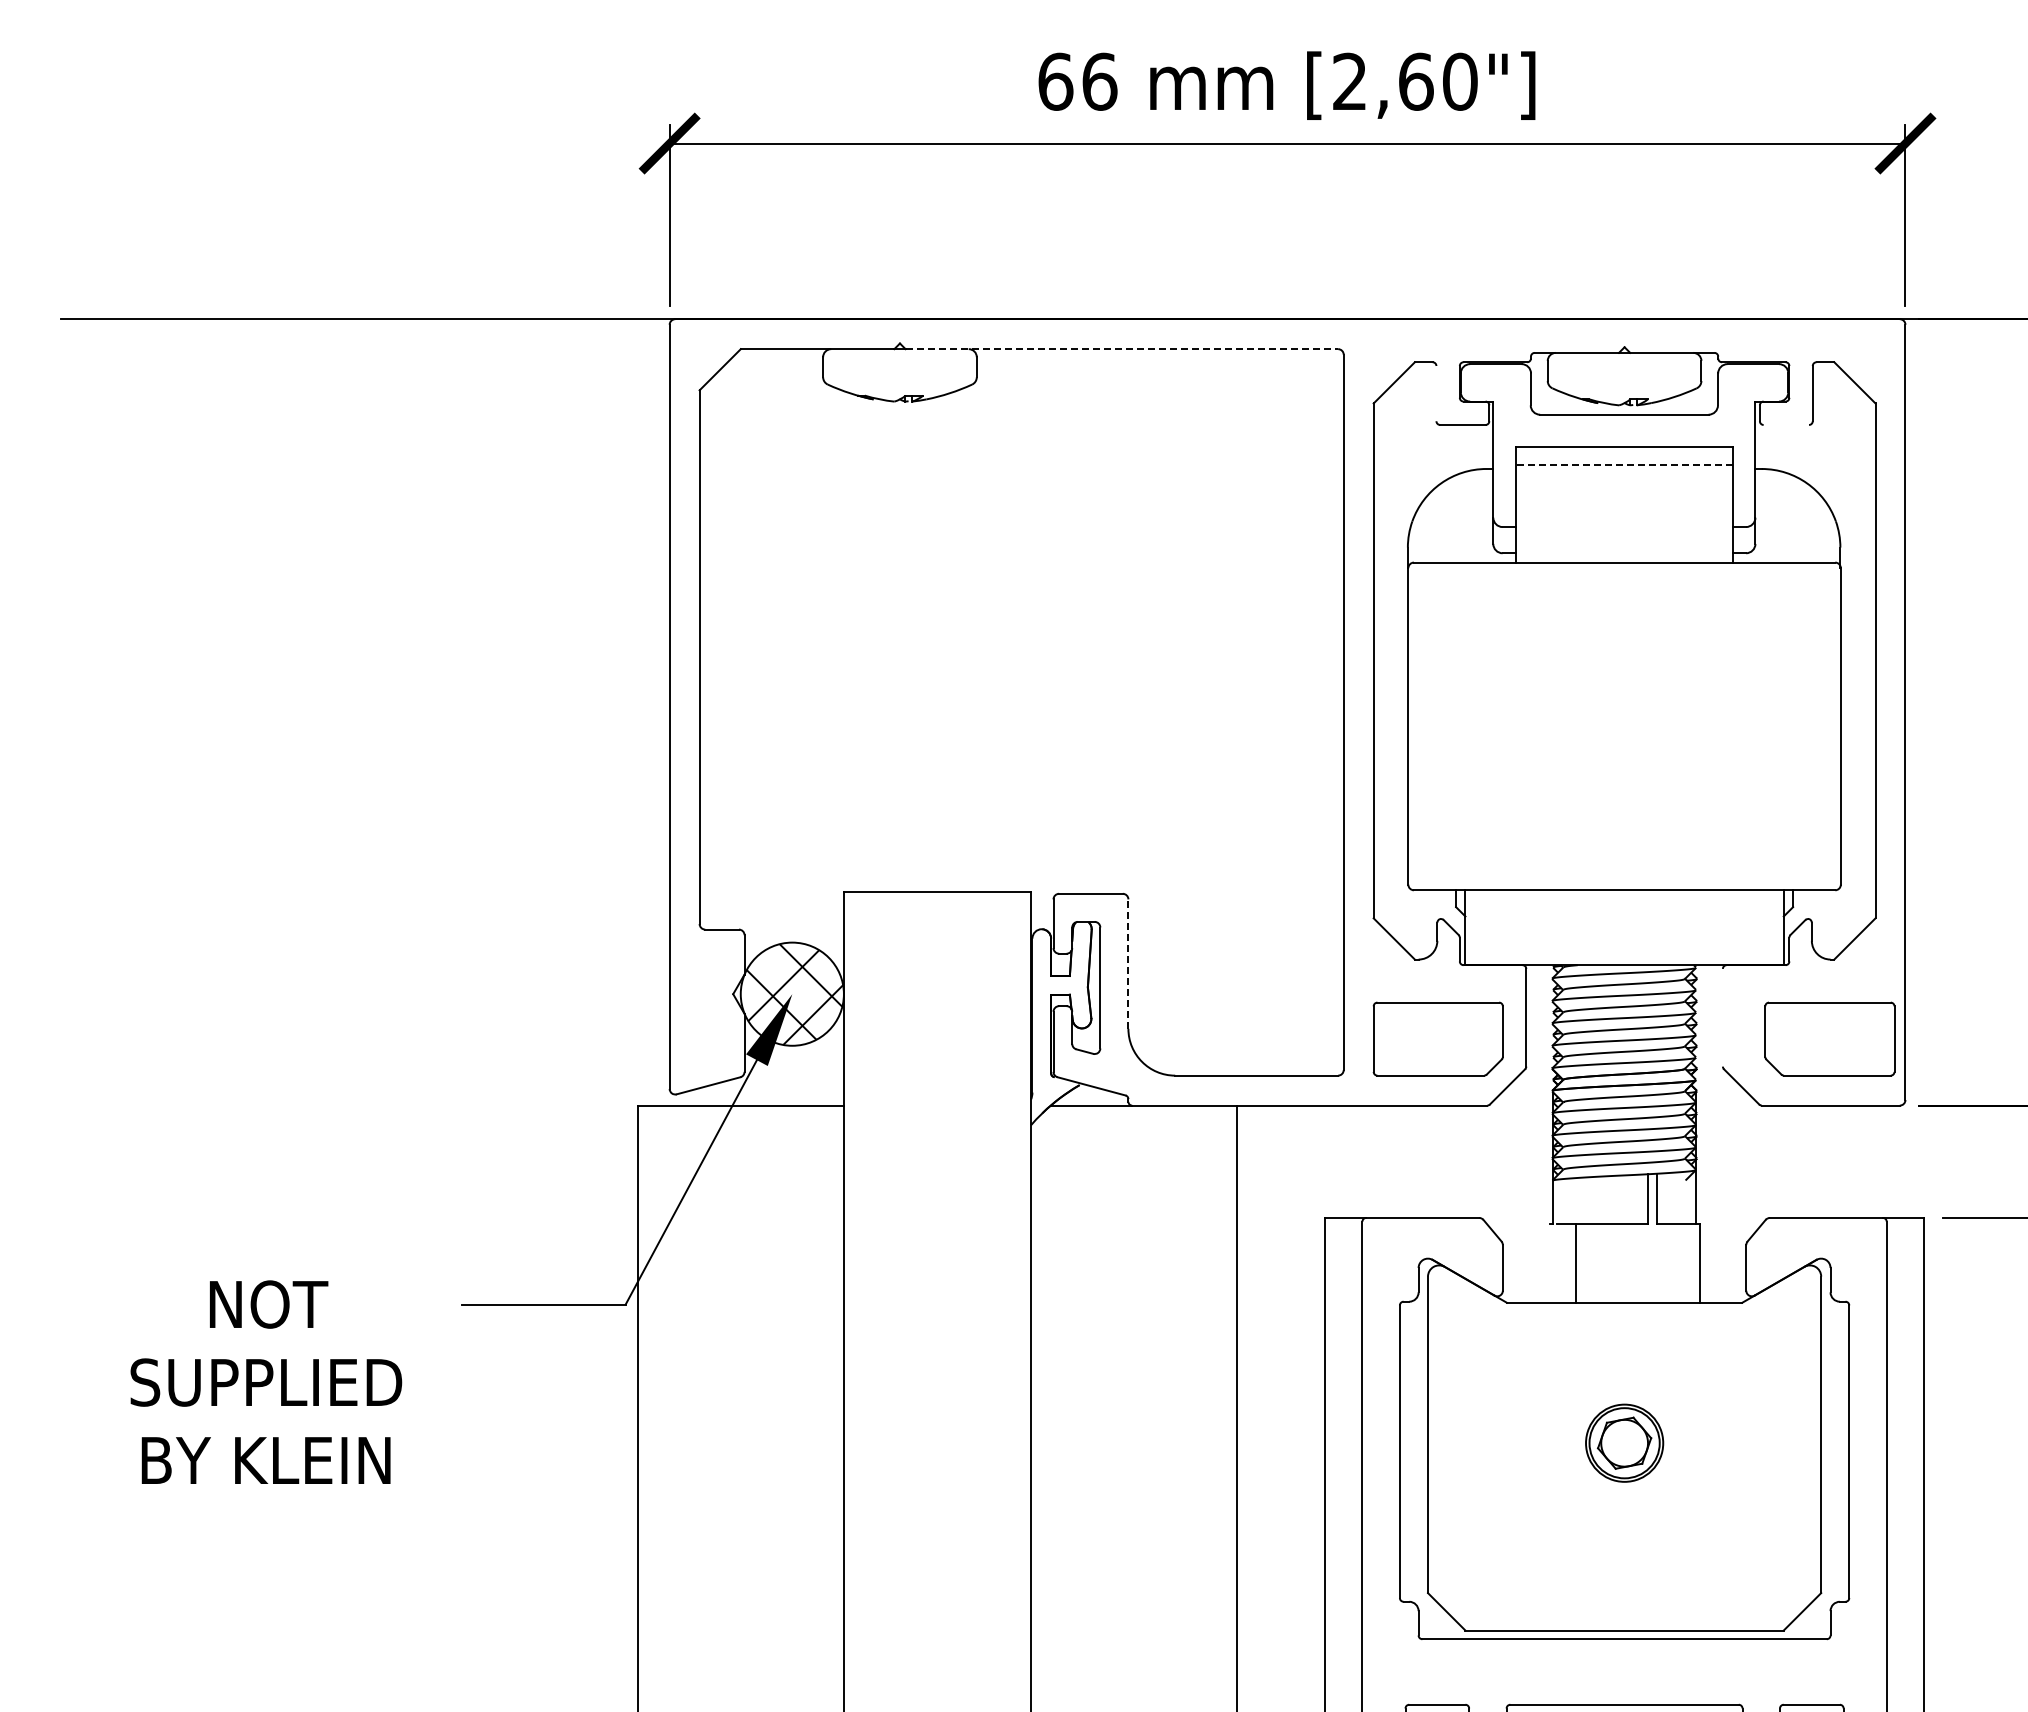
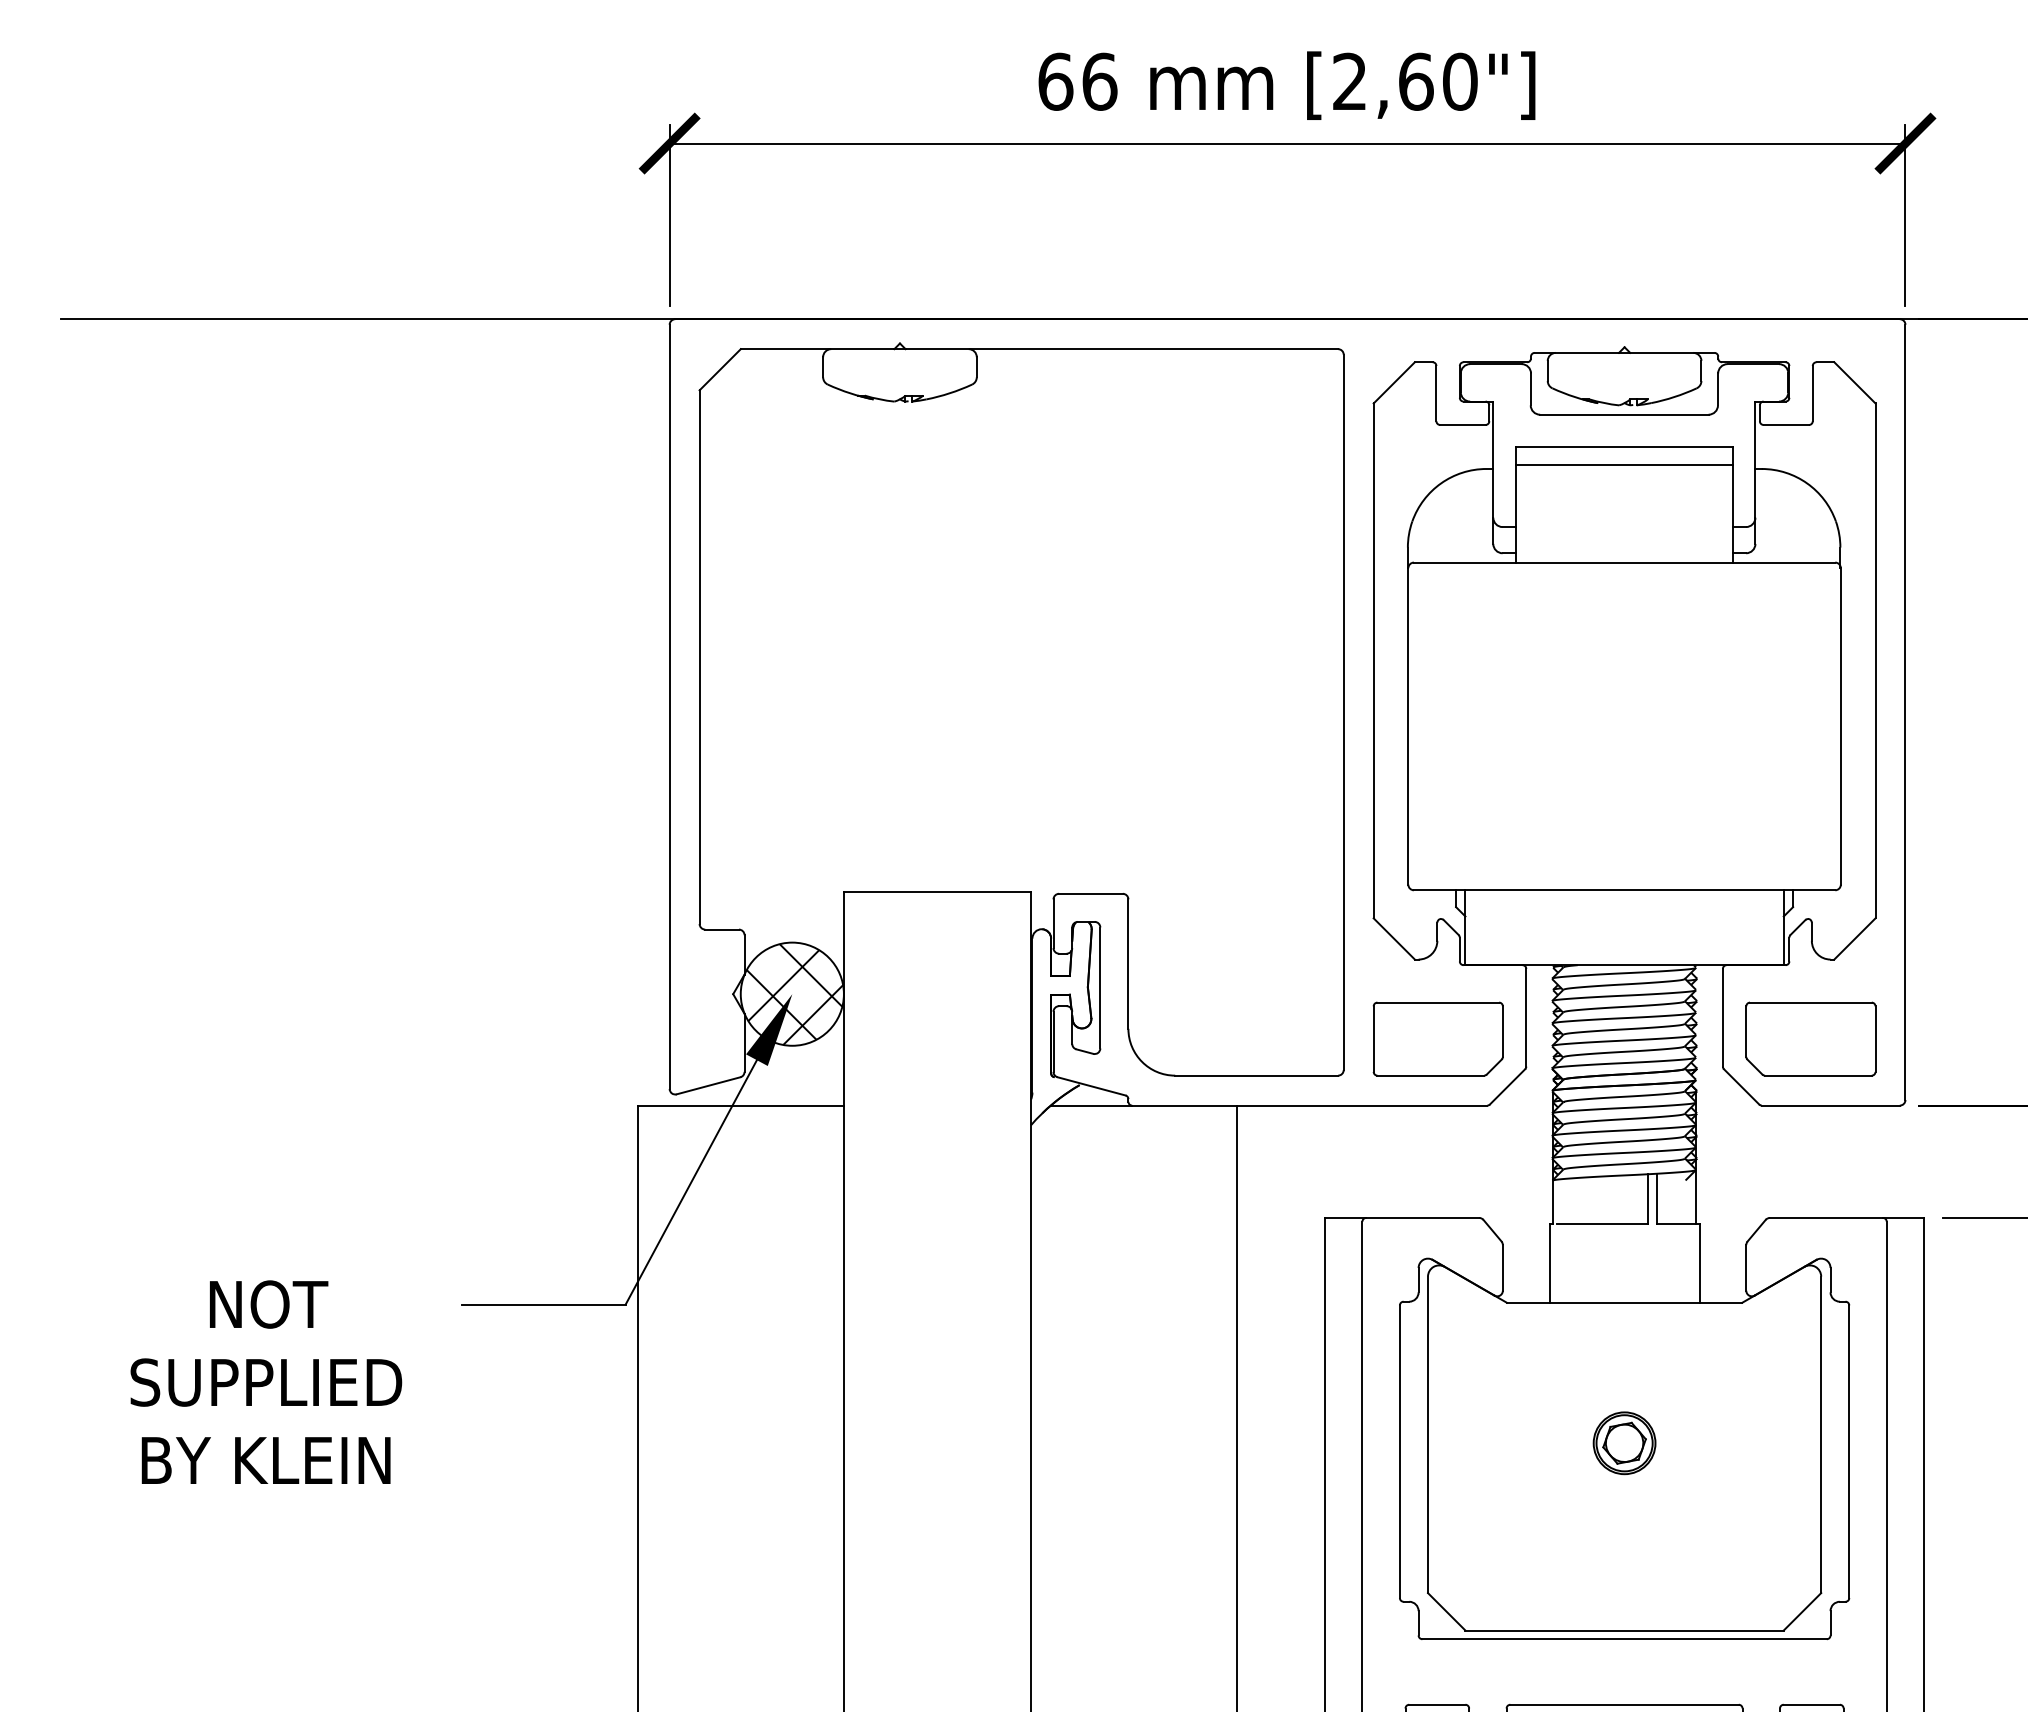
line at (1122, 349): dashed -> solid
line at (1436, 393): none -> present
line at (1786, 424): none -> present
line at (1624, 465): dashed -> solid
line at (1128, 964): dashed -> solid
line at (1722, 1017): none -> present
part at (1829, 1038) position: (1829, 1038) -> (1810, 1038)
line at (1575, 1263) position: (1575, 1263) -> (1549, 1263)
part at (1624, 1442) size: 80x80 px -> 65x65 px
